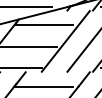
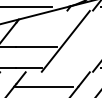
line at (44, 25): present -> none
line at (82, 51): present -> none
